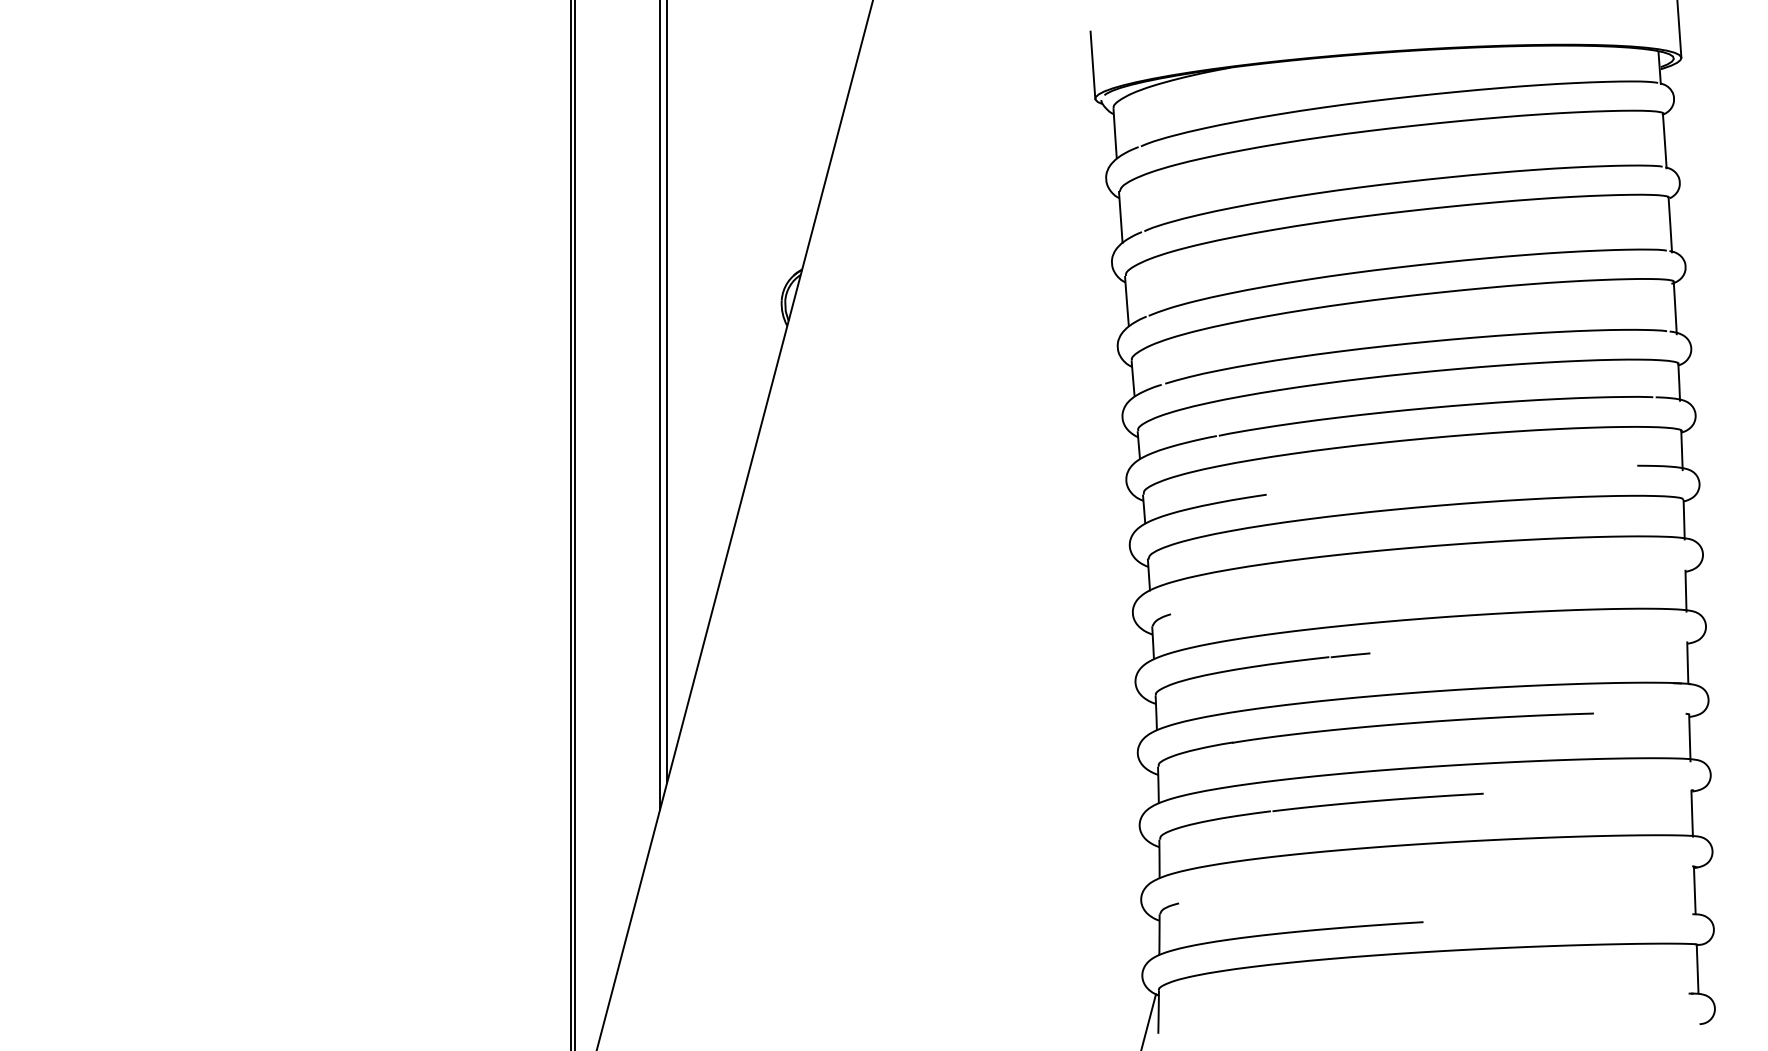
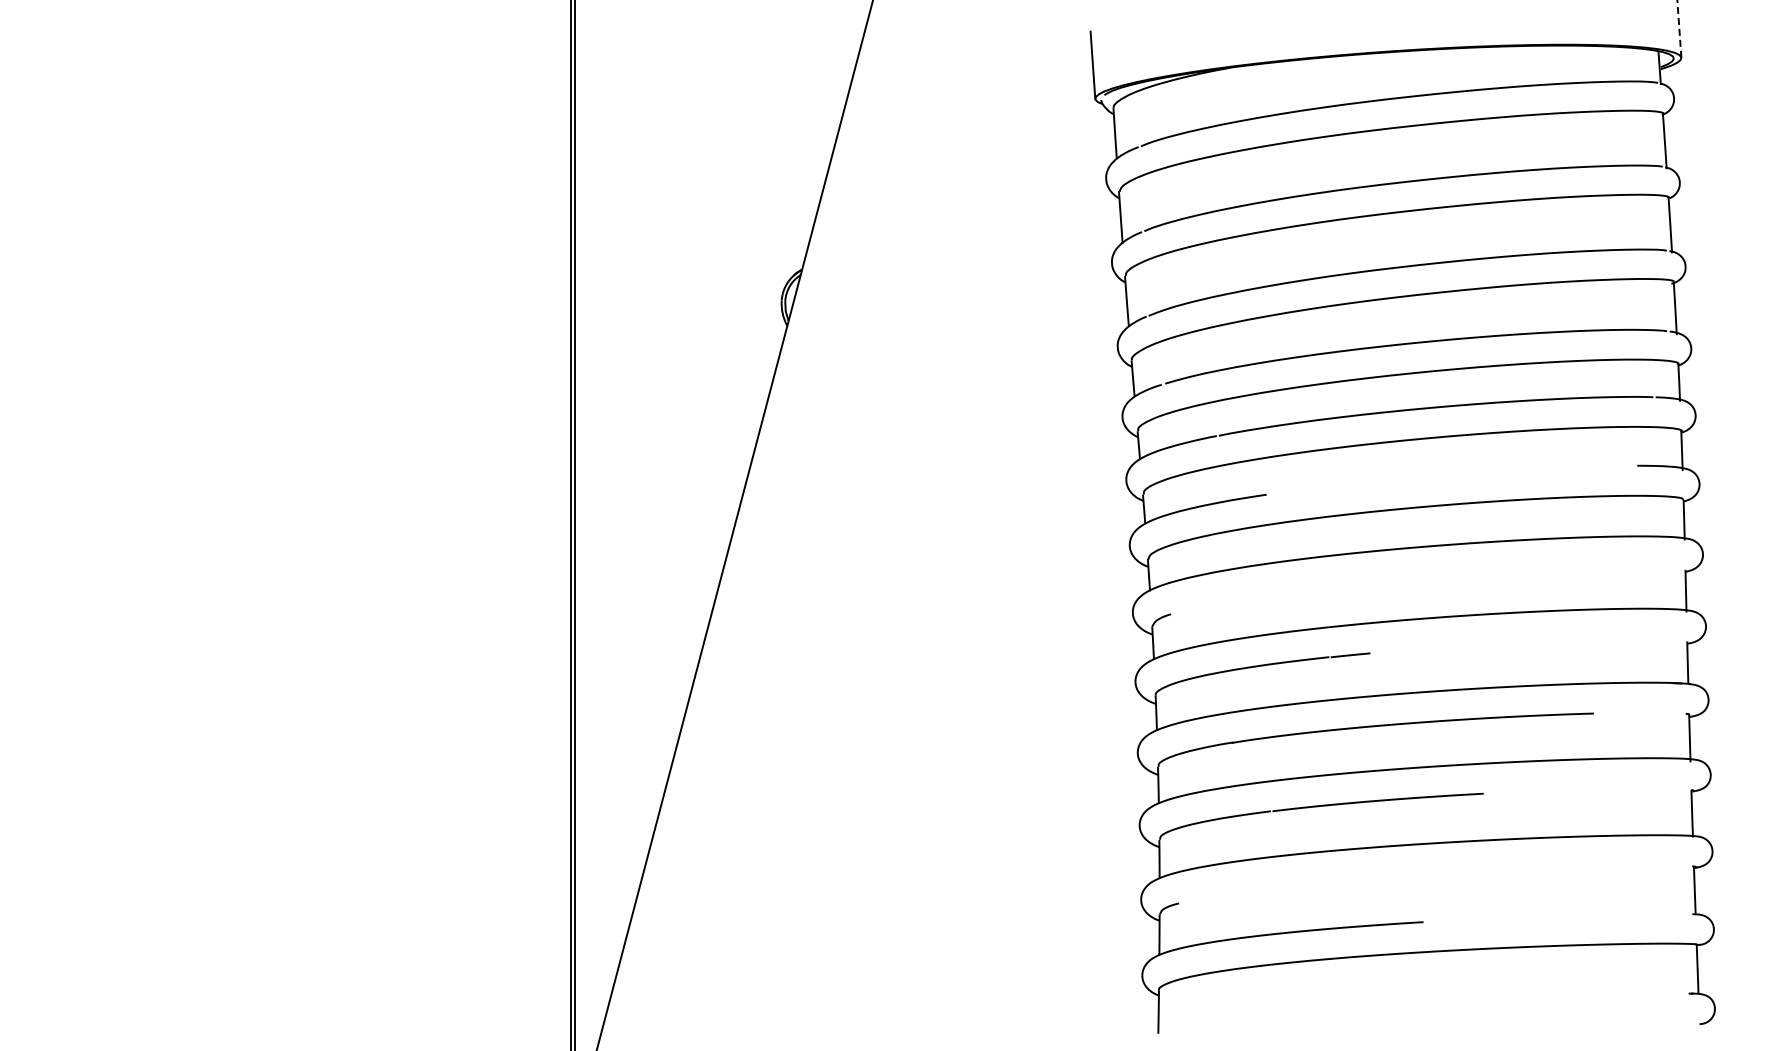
line at (1679, 29): solid -> dashed
line at (667, 392): present -> none
line at (660, 405): present -> none
line at (1149, 1020): present -> none
